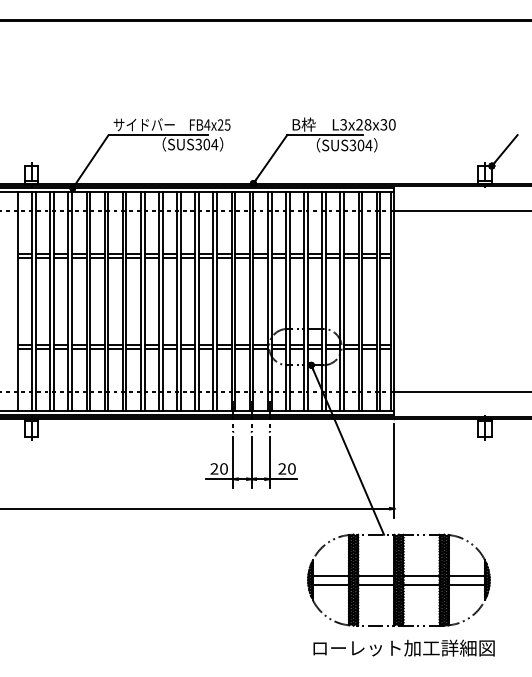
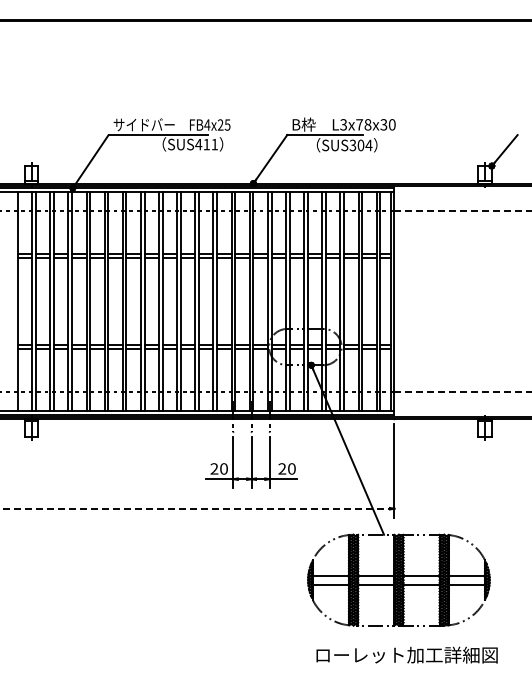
text at (359, 124): L3x28x30 -> L3x78x30
text at (206, 144): SUS304 -> SUS411
line at (463, 210): solid -> dashed
line at (463, 392): solid -> dashed
line at (195, 508): solid -> dashed
text at (403, 647) position: (403, 647) -> (406, 654)
